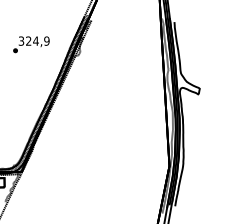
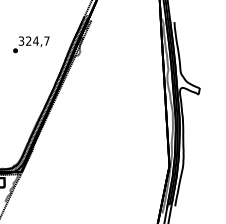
text at (46, 40): 324,9 -> 324,7
